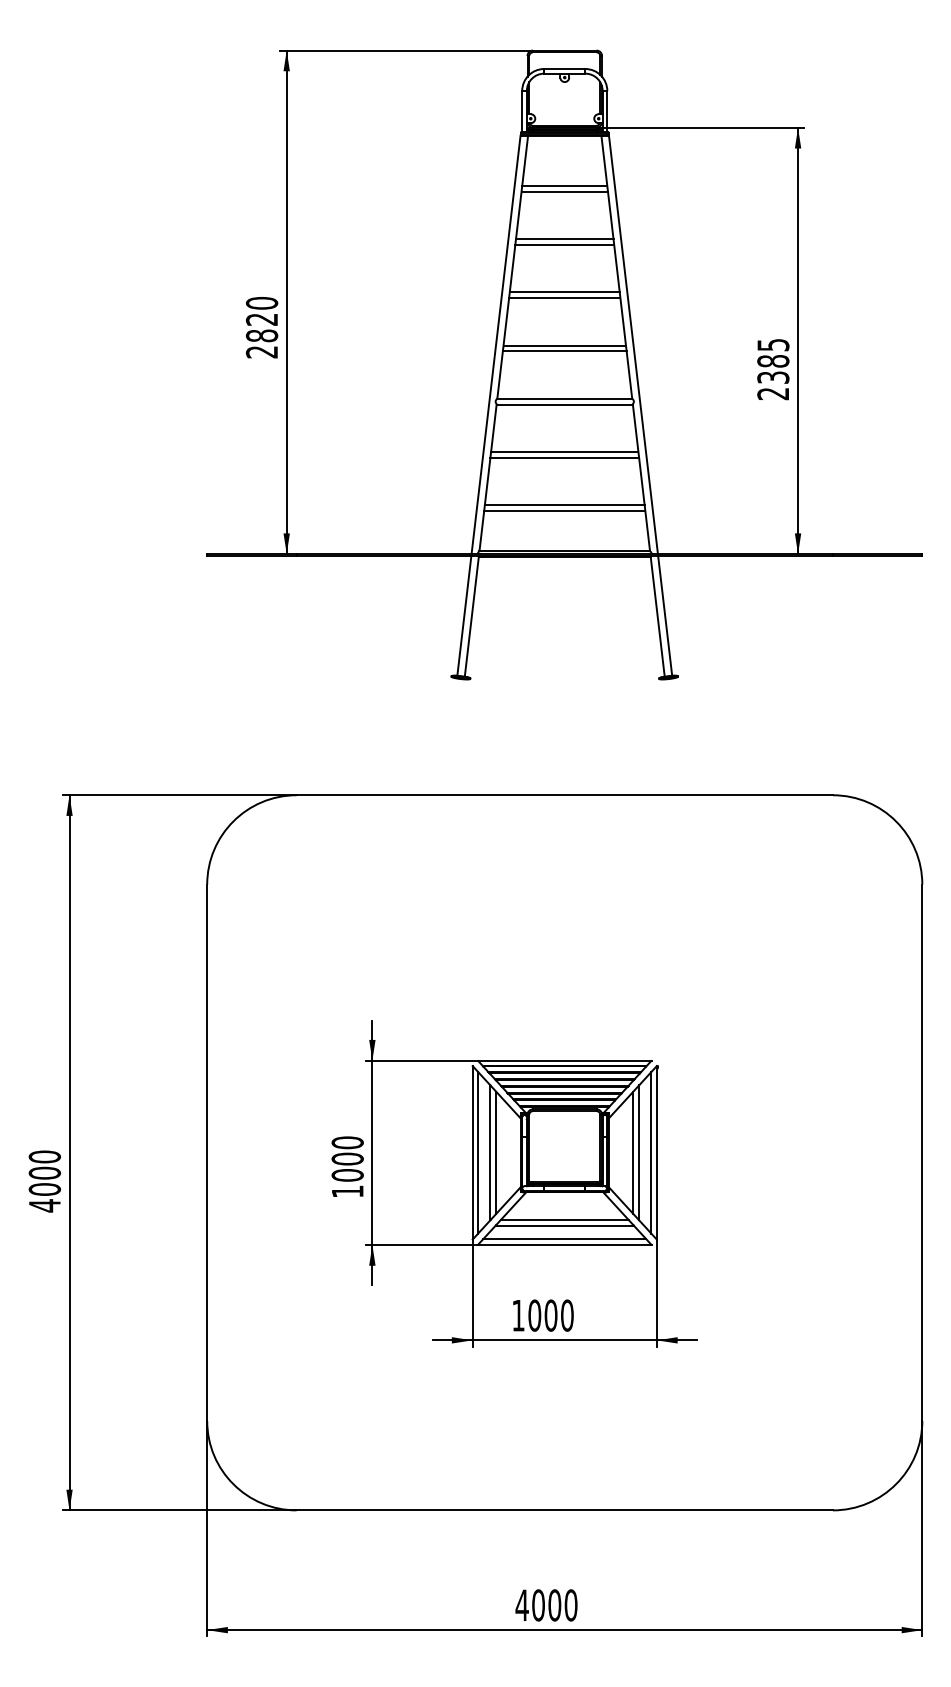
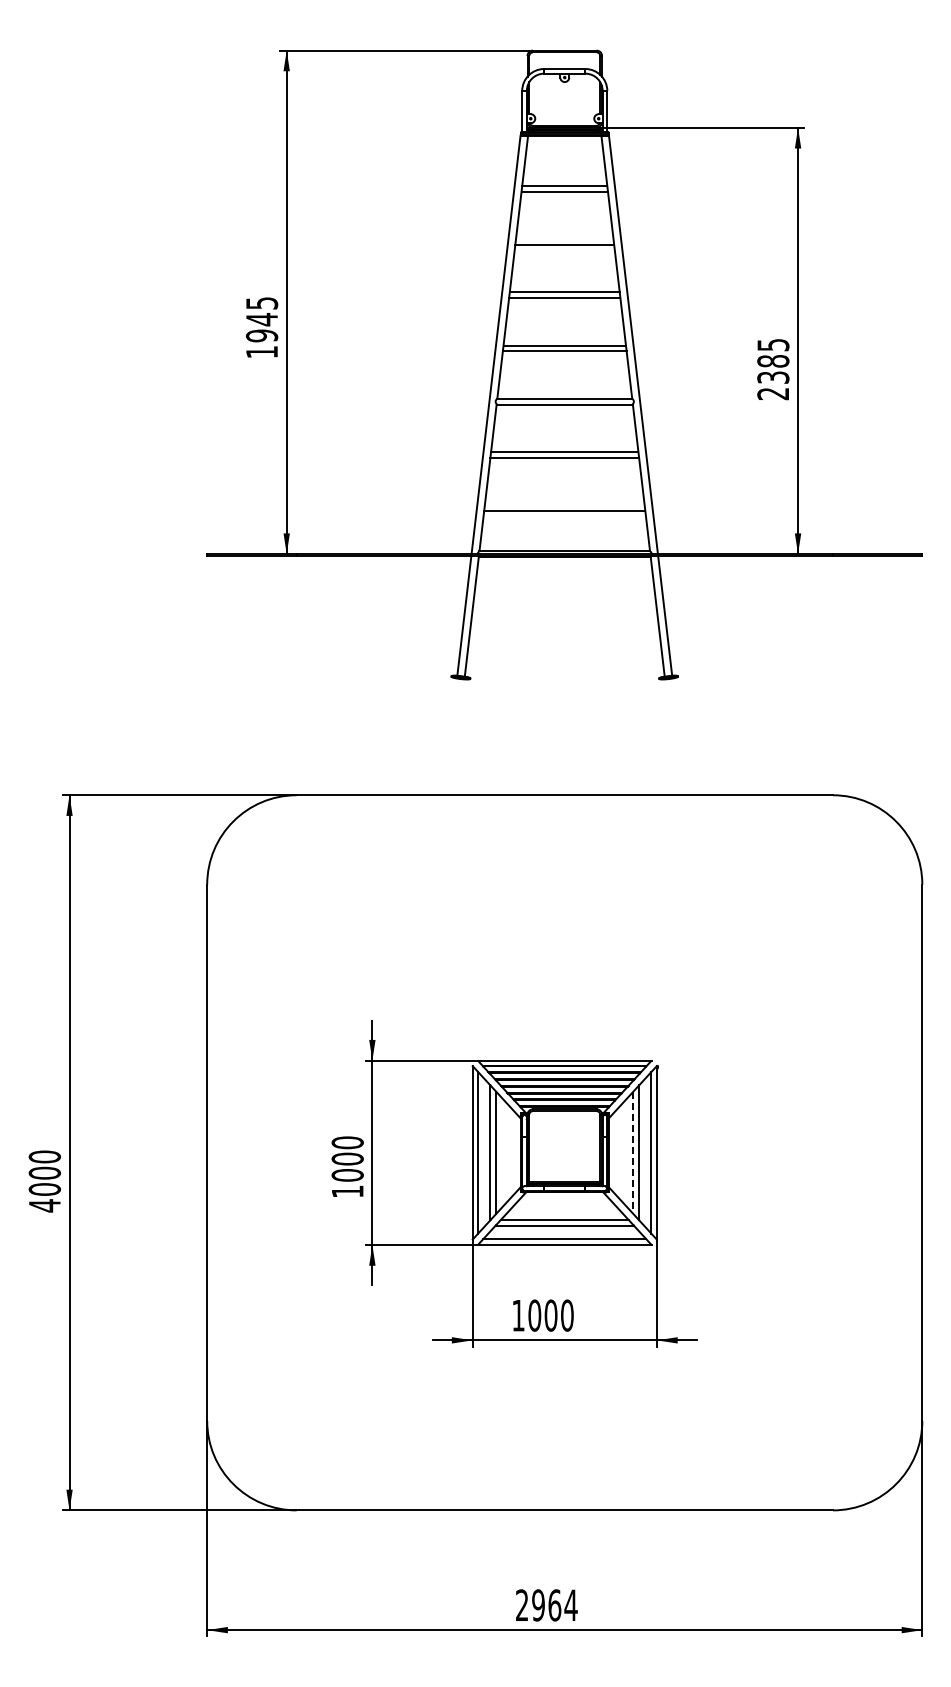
line at (564, 239): present -> none
text at (261, 327): 2820 -> 1945
line at (564, 505): present -> none
line at (633, 1153): solid -> dashed
text at (546, 1605): 4000 -> 2964
